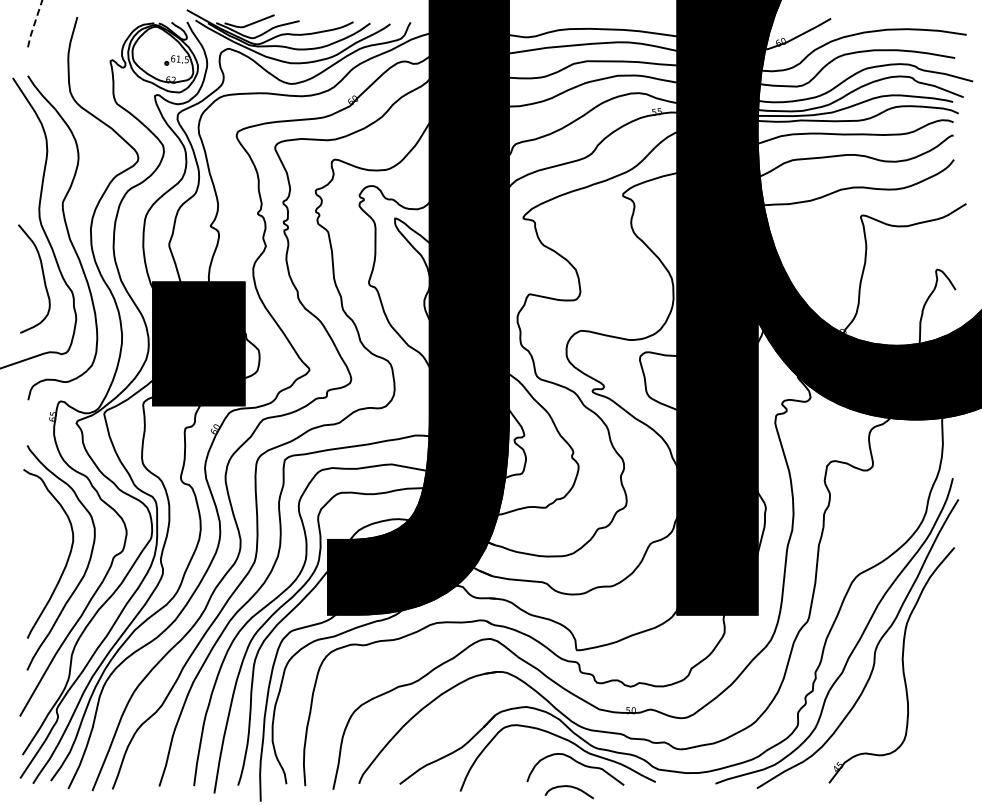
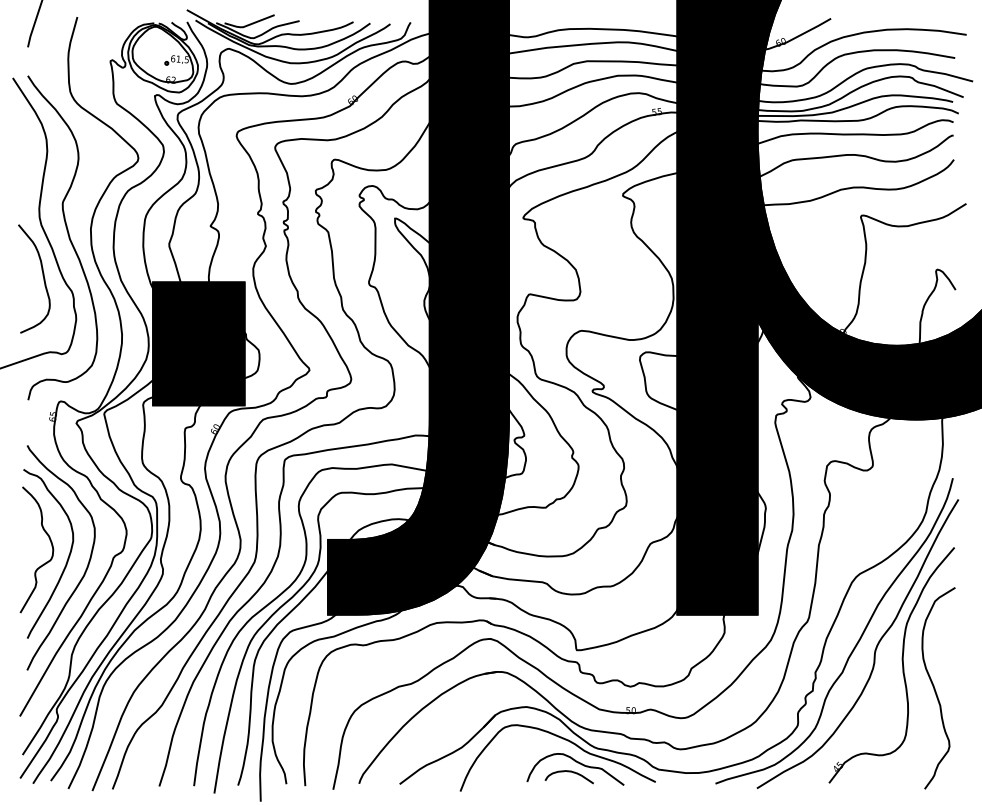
line at (34, 24): dashed -> solid
curve at (50, 543): none -> present
curve at (935, 688): none -> present
curve at (568, 787) position: (568, 787) -> (568, 772)
